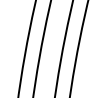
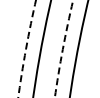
arc at (63, 48): solid -> dashed
arc at (26, 49): solid -> dashed
